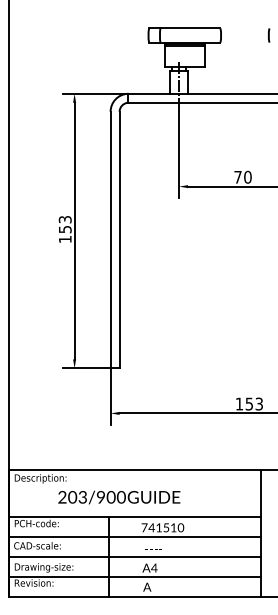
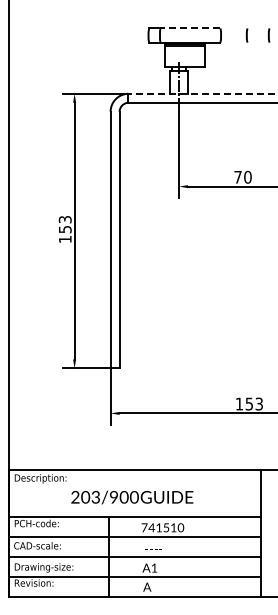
line at (189, 28): solid -> dashed
line at (247, 35): none -> present
line at (202, 93): solid -> dashed
text at (119, 497) position: (119, 497) -> (132, 497)
text at (154, 567): A4 -> A1
